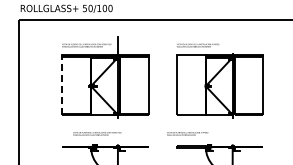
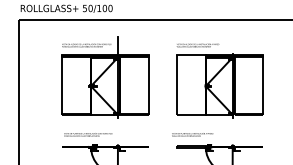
line at (62, 85): dashed -> solid
text at (97, 133) position: (97, 133) -> (88, 134)
text at (187, 133) position: (187, 133) -> (192, 134)
